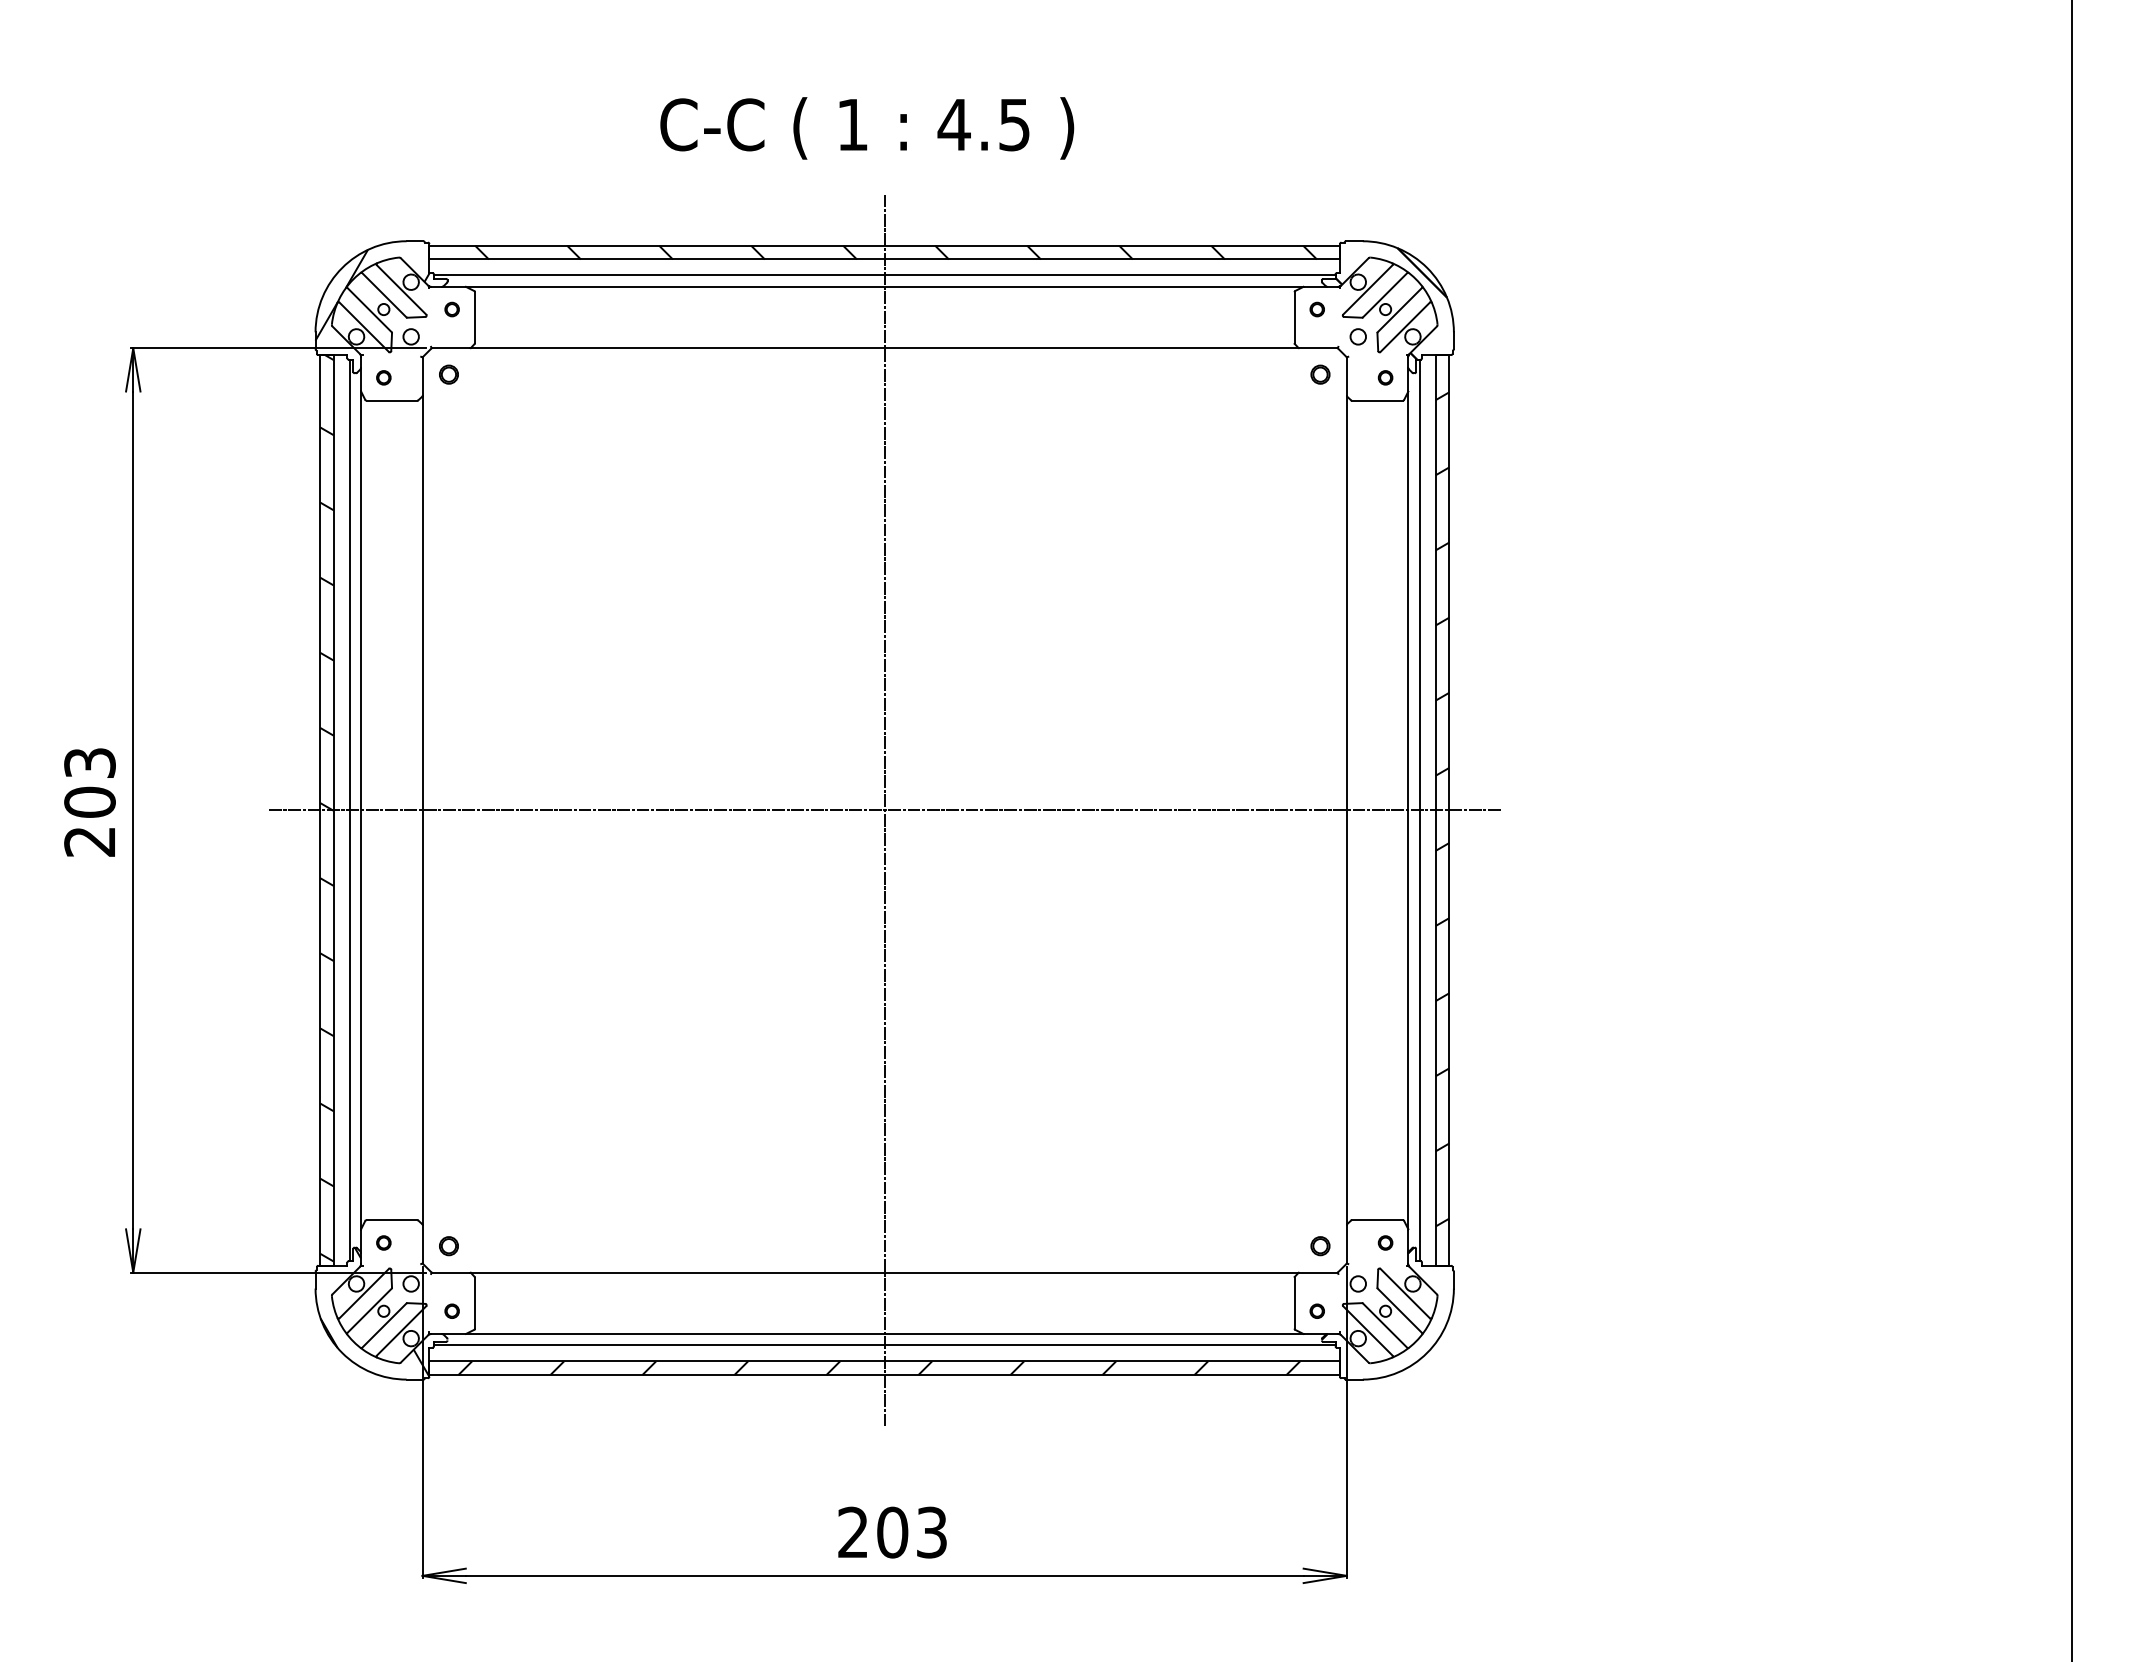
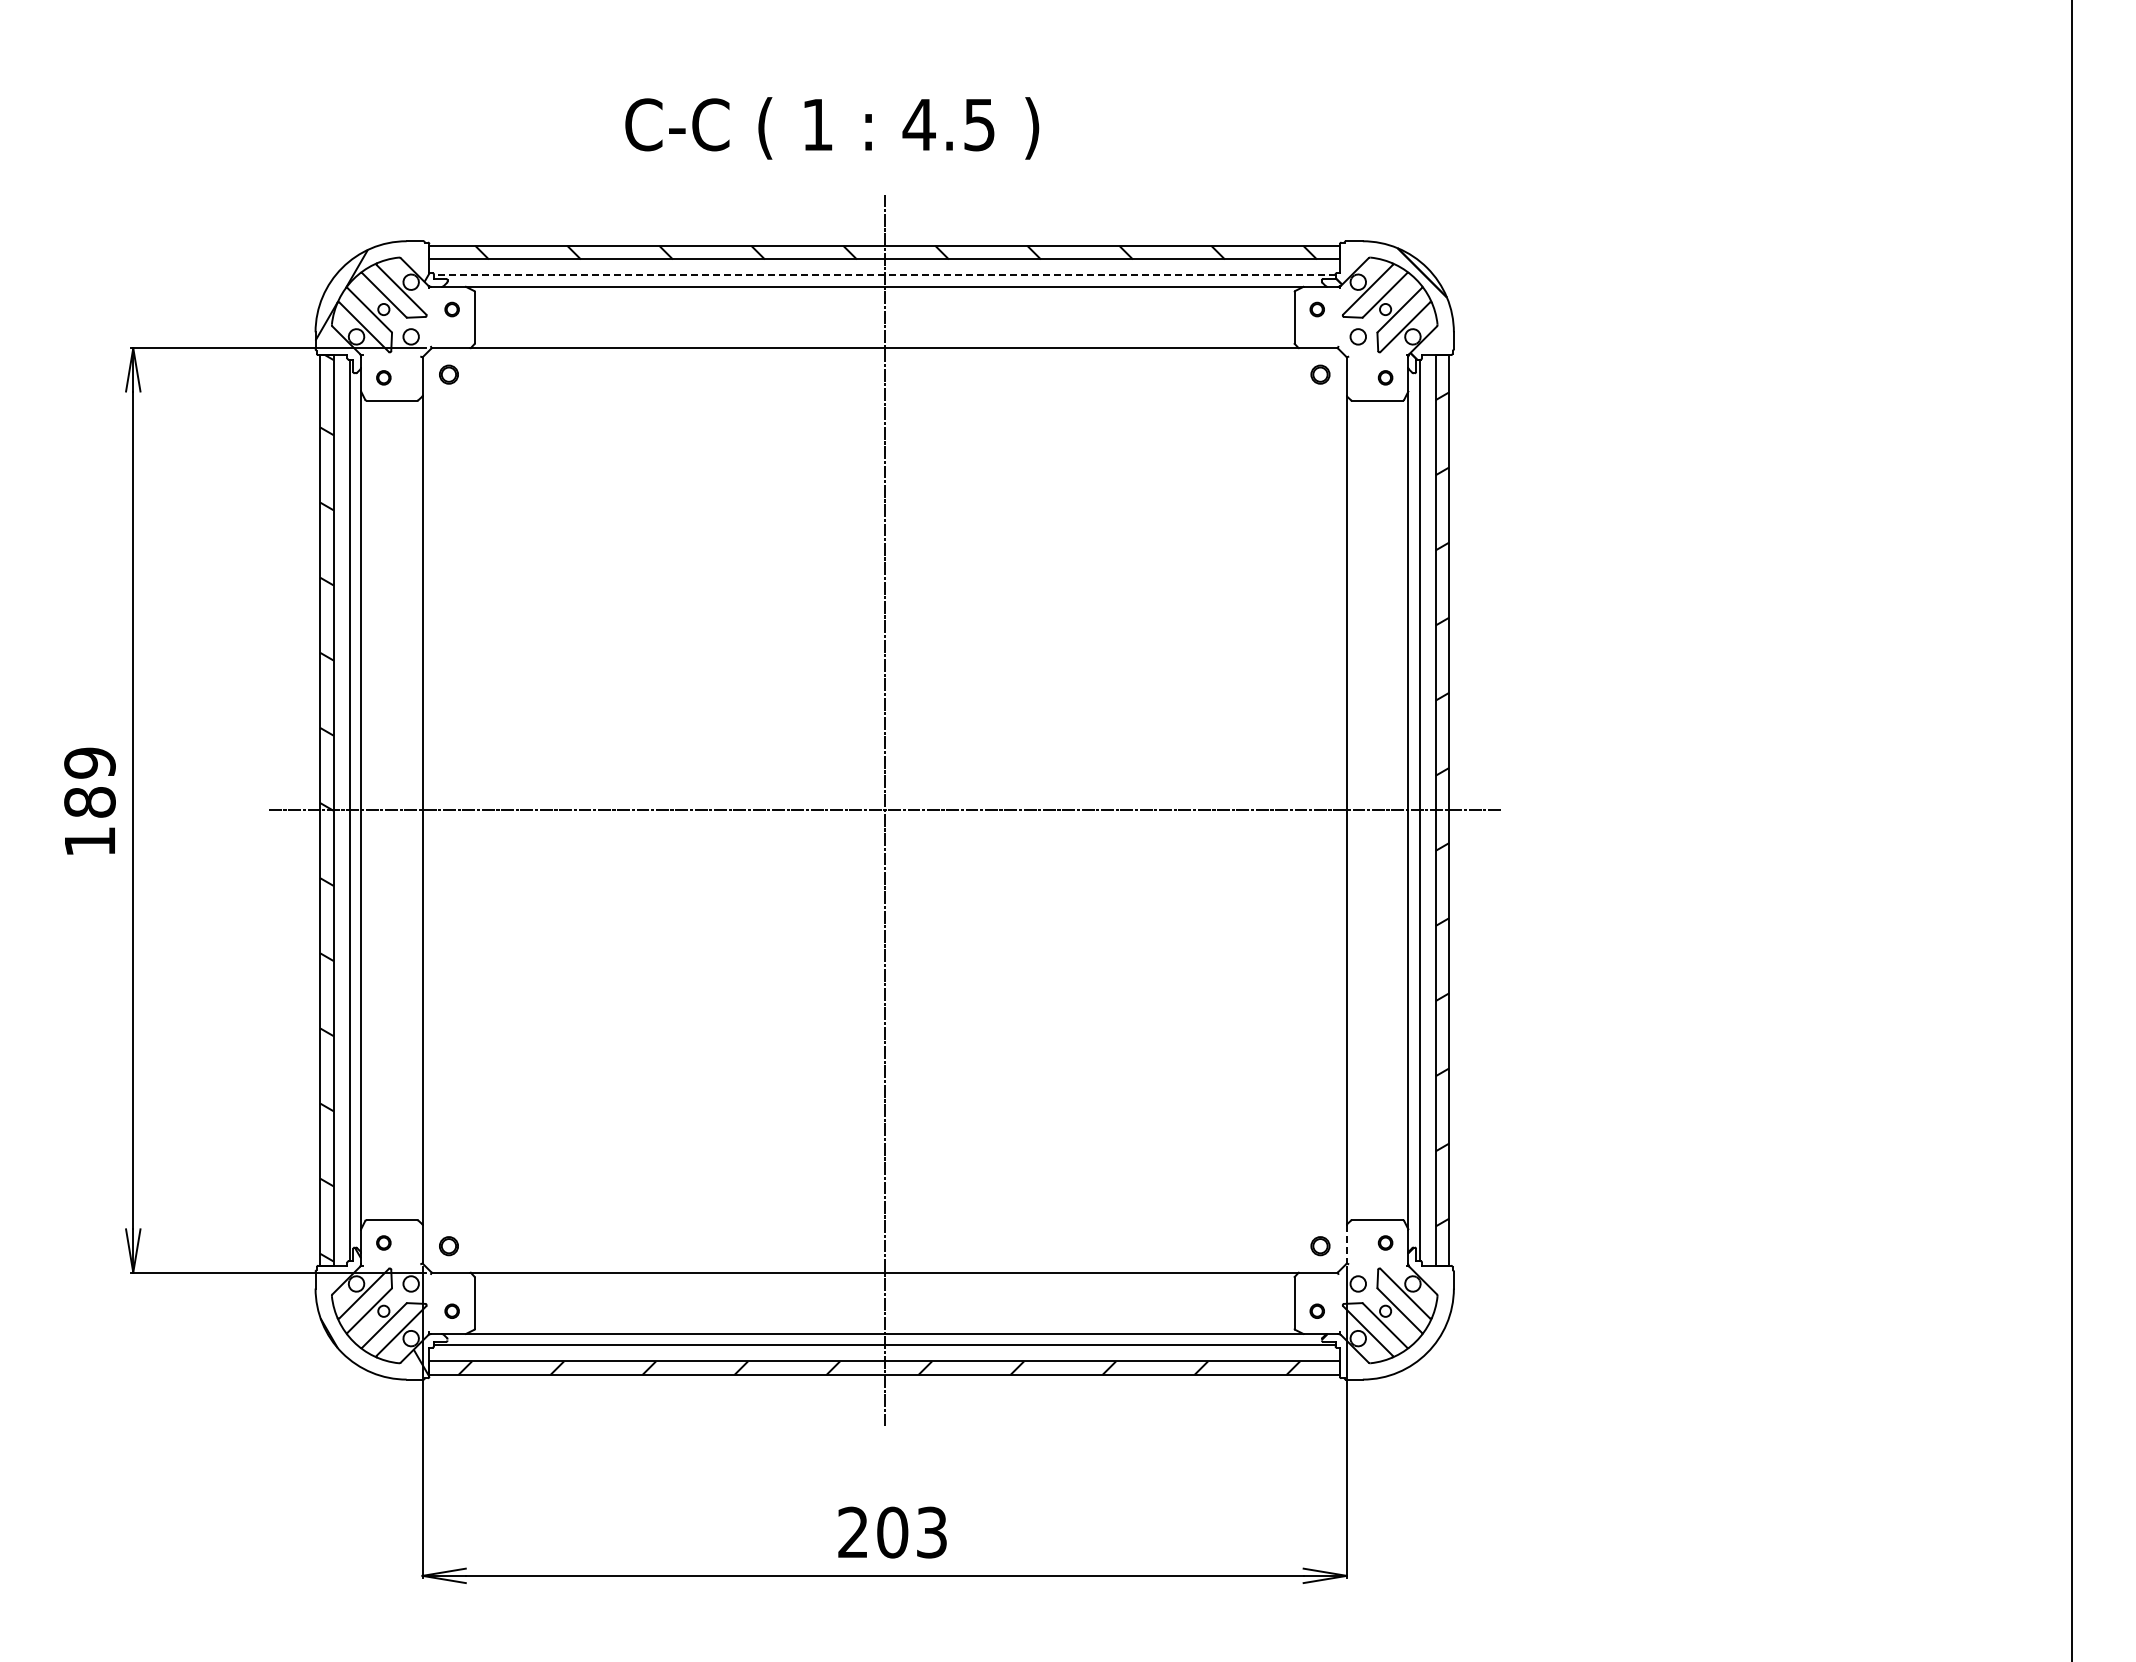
text at (867, 128) position: (867, 128) -> (832, 128)
line at (884, 275): solid -> dashed
text at (89, 801): 203 -> 189
line at (1346, 1244): solid -> dashed
